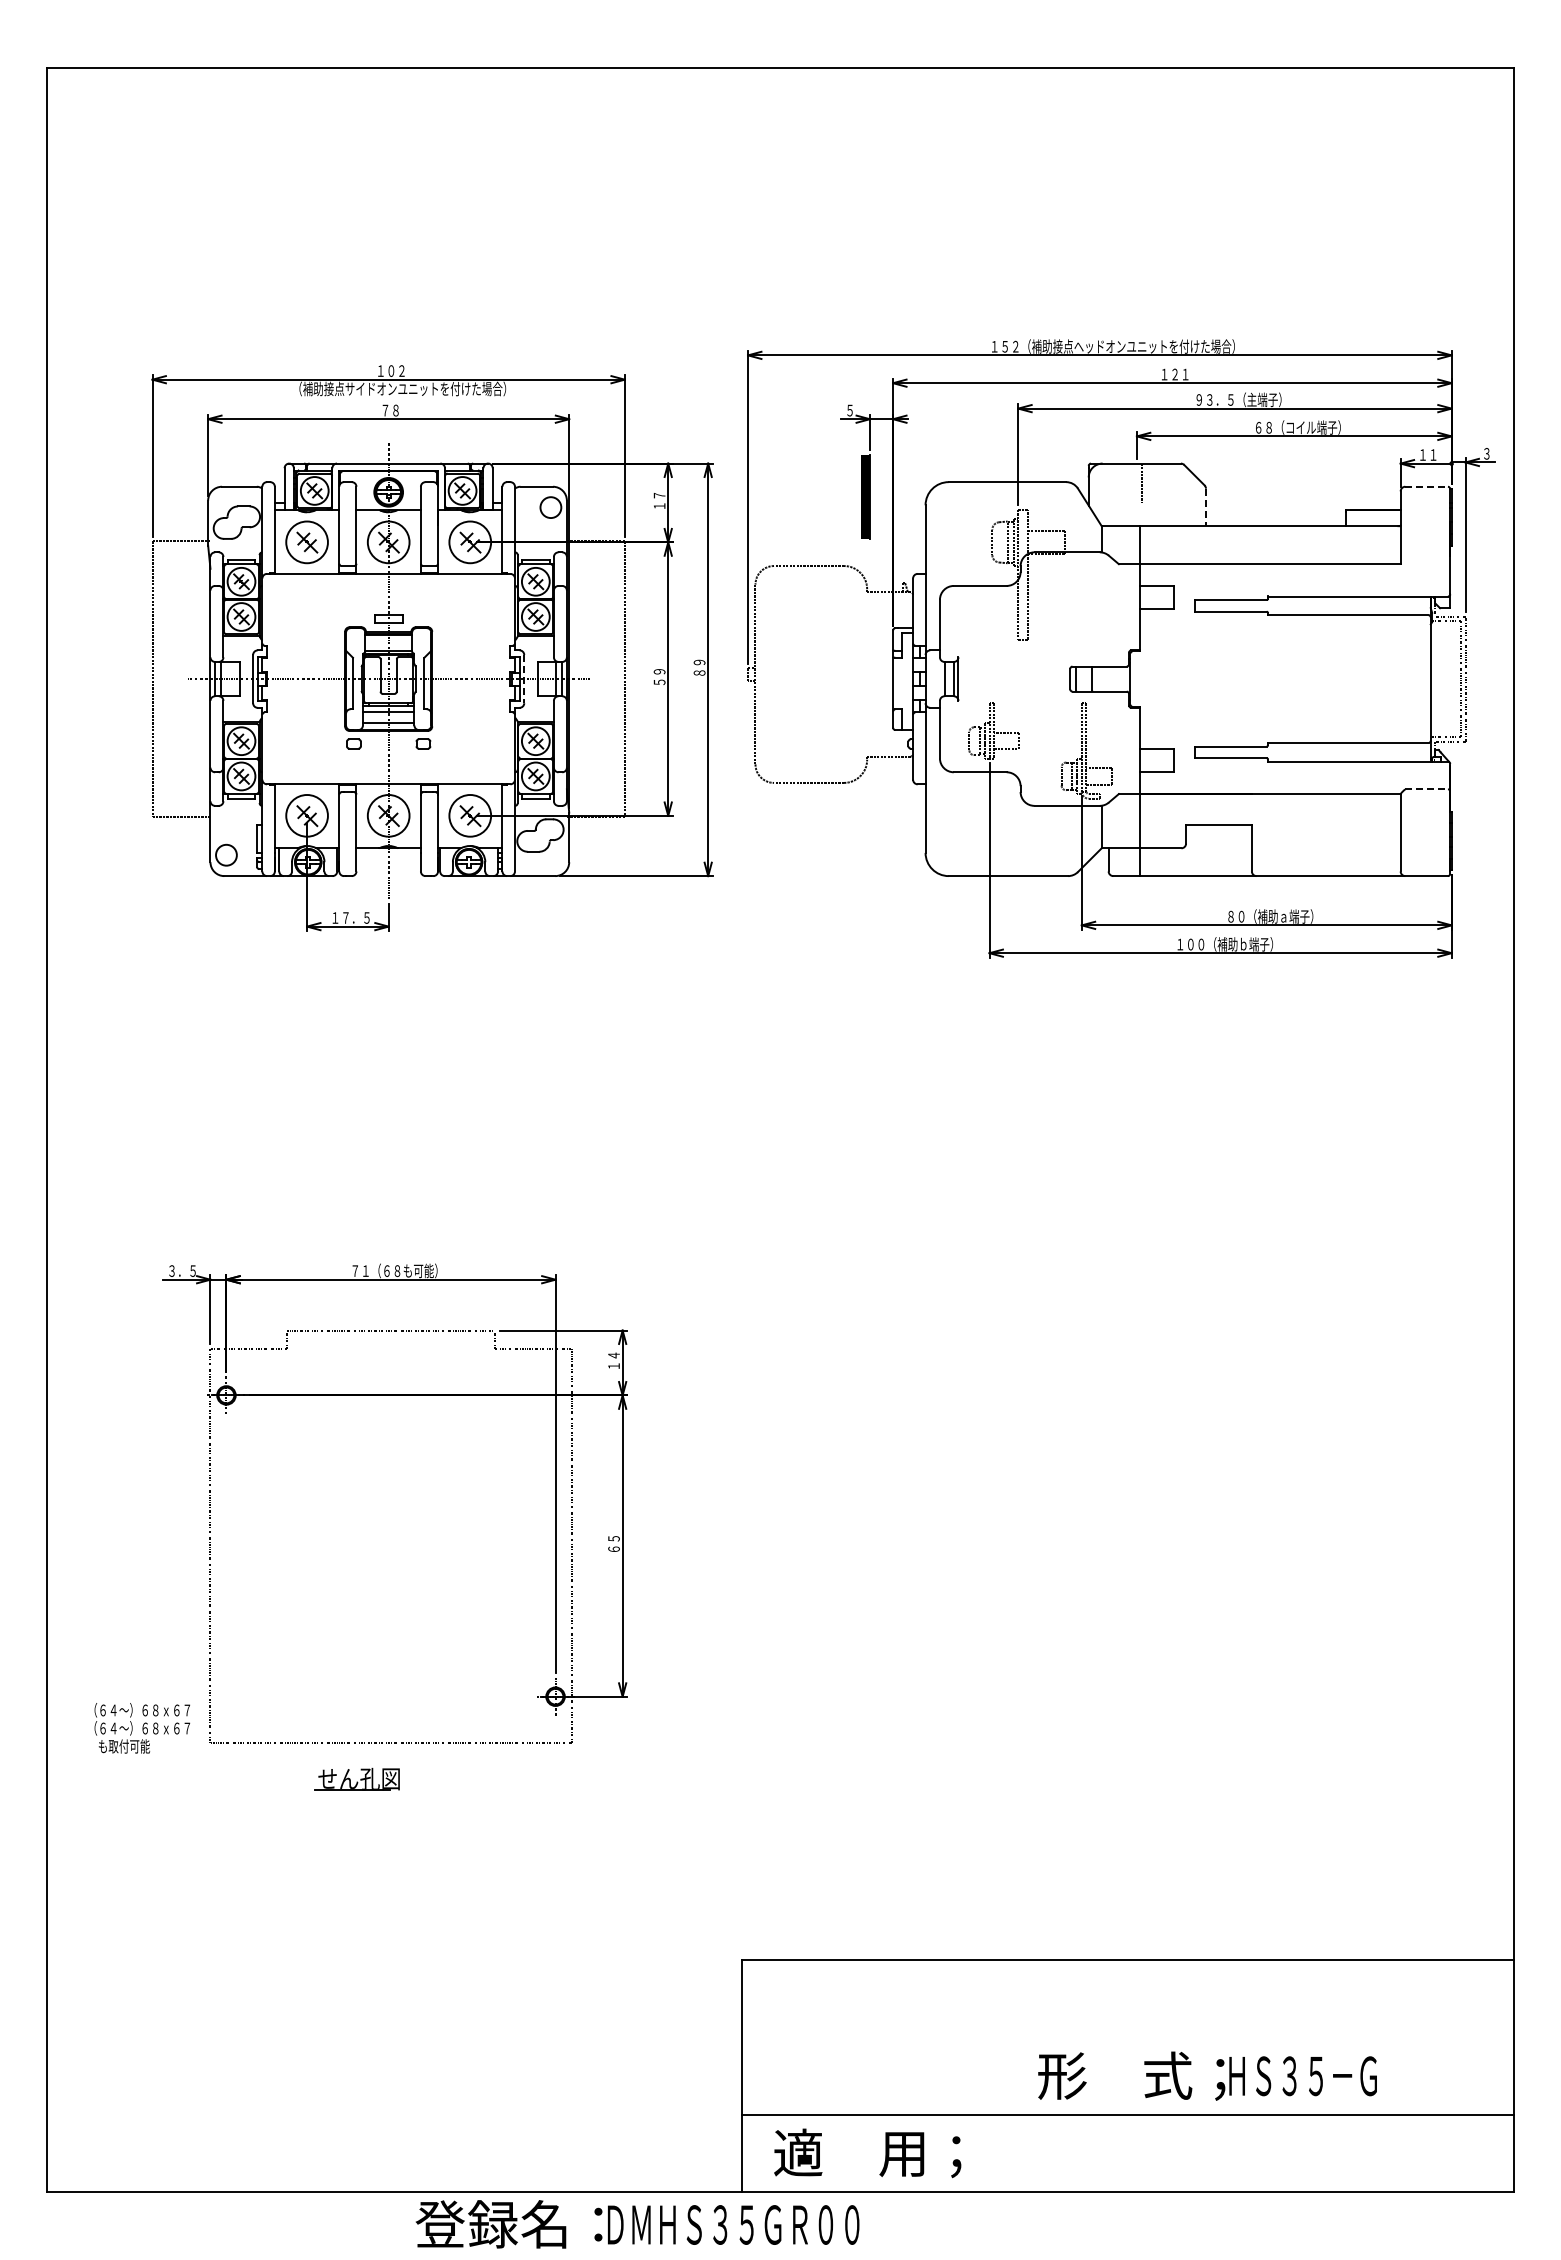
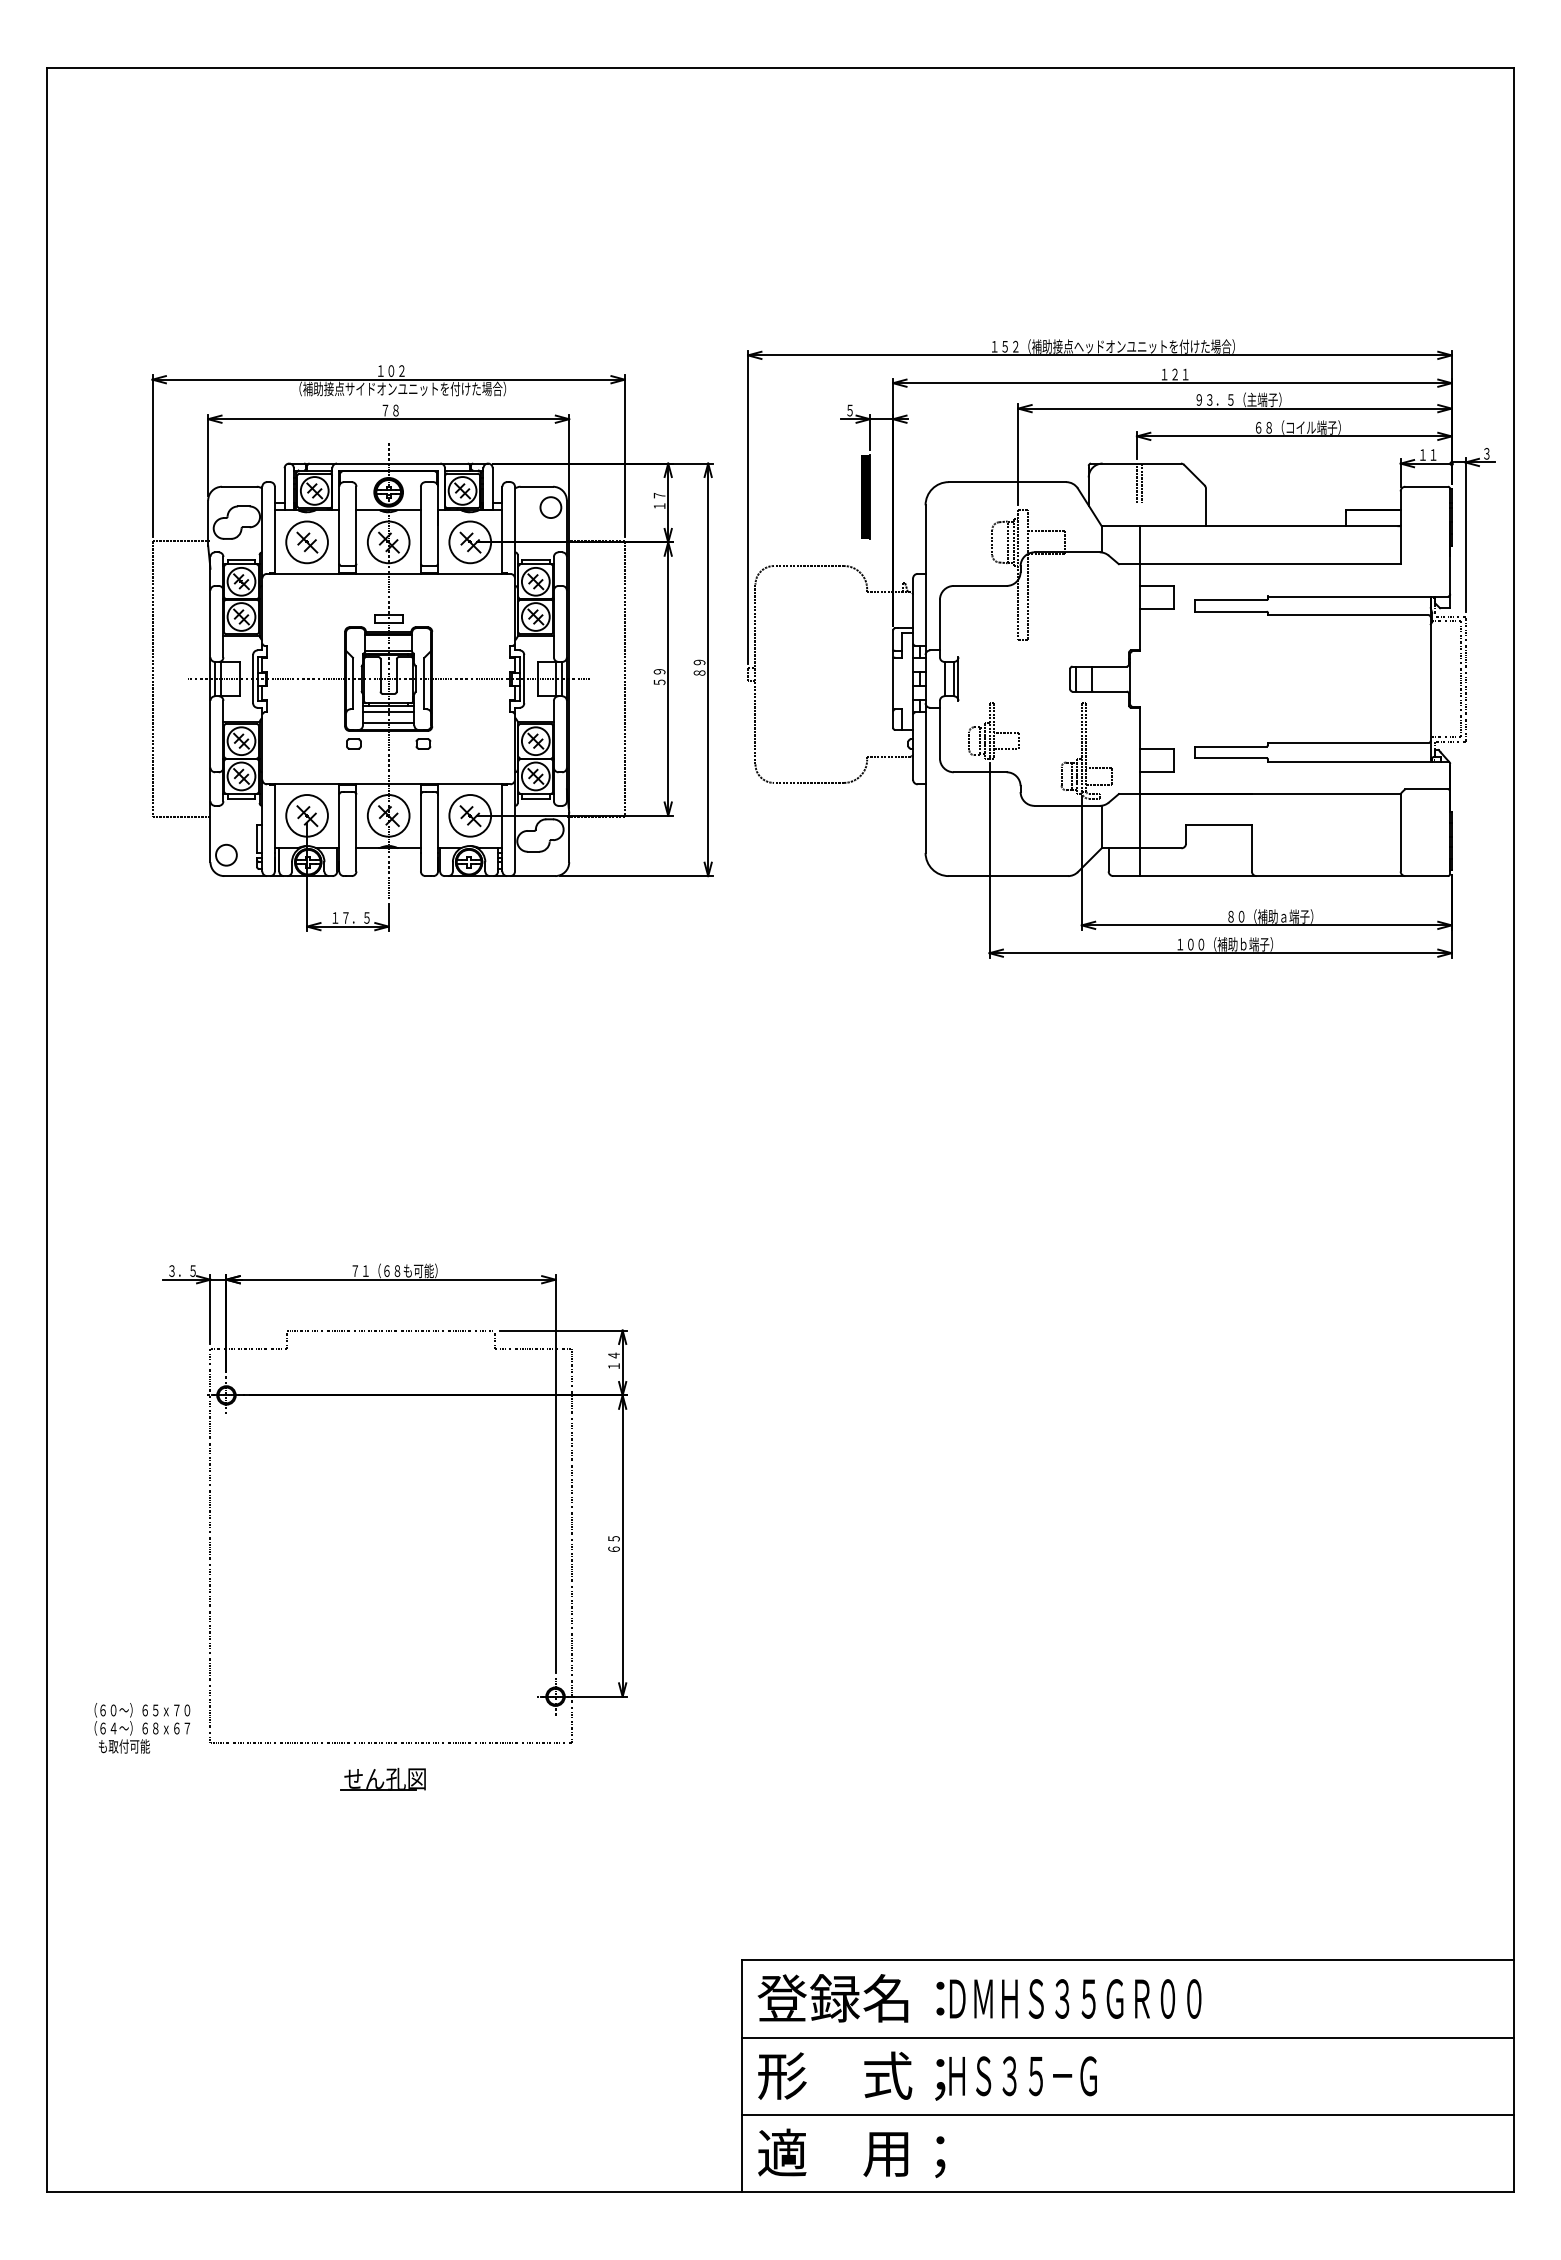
line at (1136, 482): none -> present
line at (1427, 486): dashed -> solid
line at (1206, 507): dashed -> solid
line at (524, 679): dashed -> solid
line at (1427, 789): dashed -> solid
text at (150, 1710): （６４～）６８ｘ６７ -> （６０～）６５ｘ７０
part at (356, 1778) position: (356, 1778) -> (382, 1778)
line at (1127, 2037): none -> present
text at (1207, 2075) position: (1207, 2075) -> (927, 2075)
text at (867, 2153) position: (867, 2153) -> (851, 2153)
text at (637, 2224) position: (637, 2224) -> (979, 1998)
